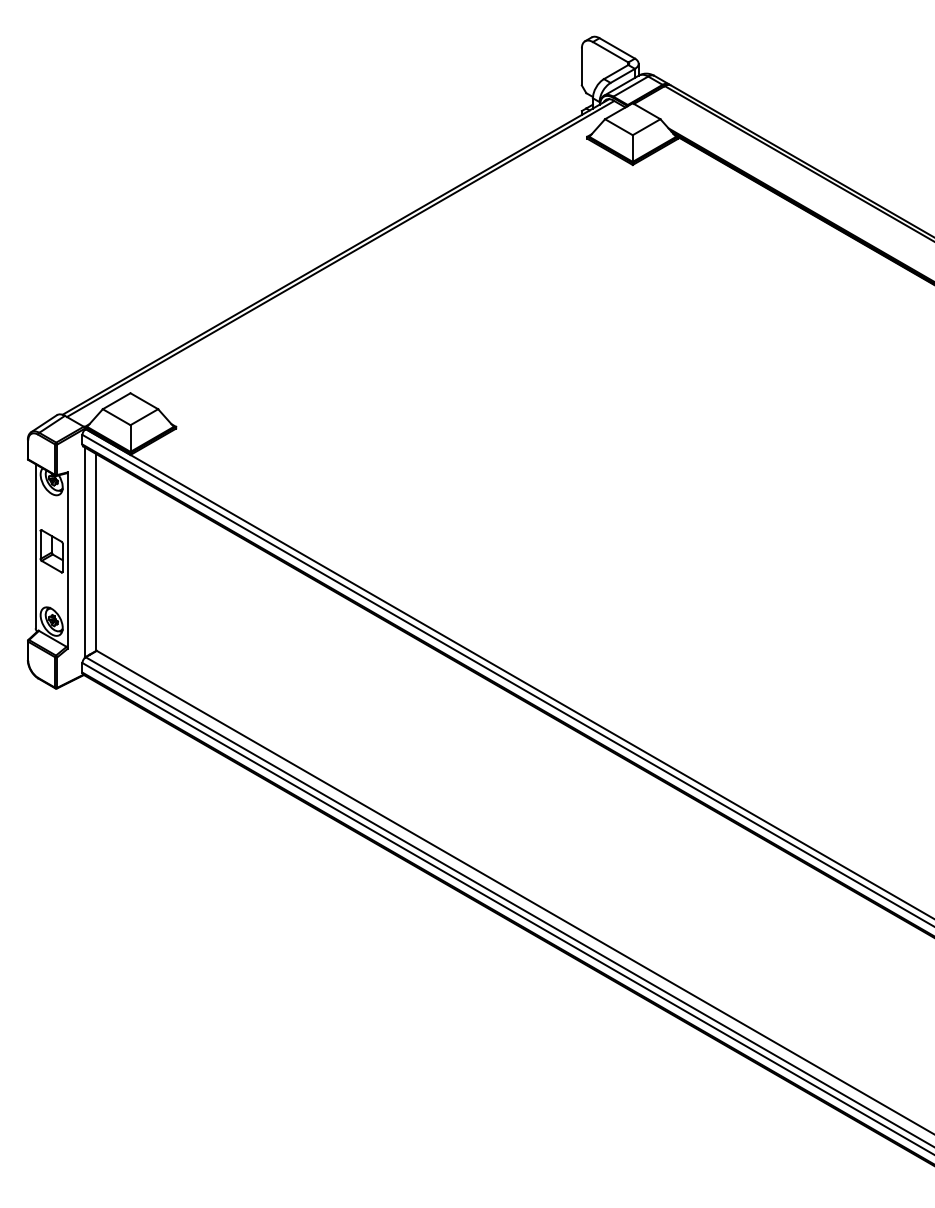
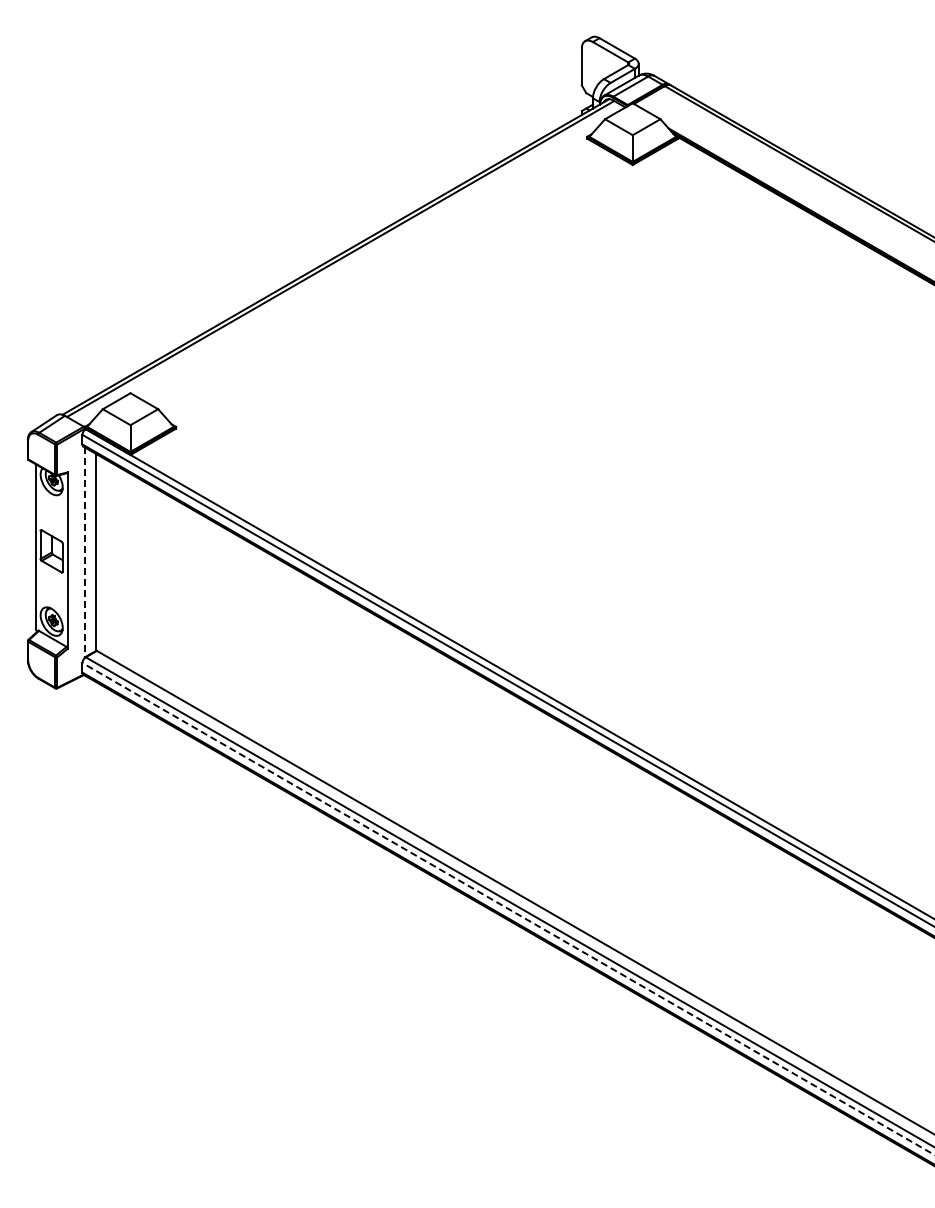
line at (84, 552): solid -> dashed
line at (508, 909): solid -> dashed
